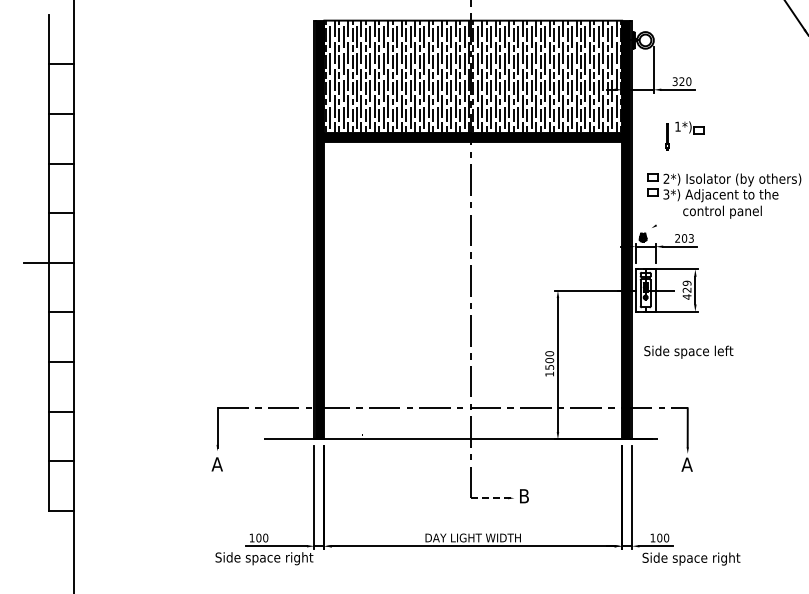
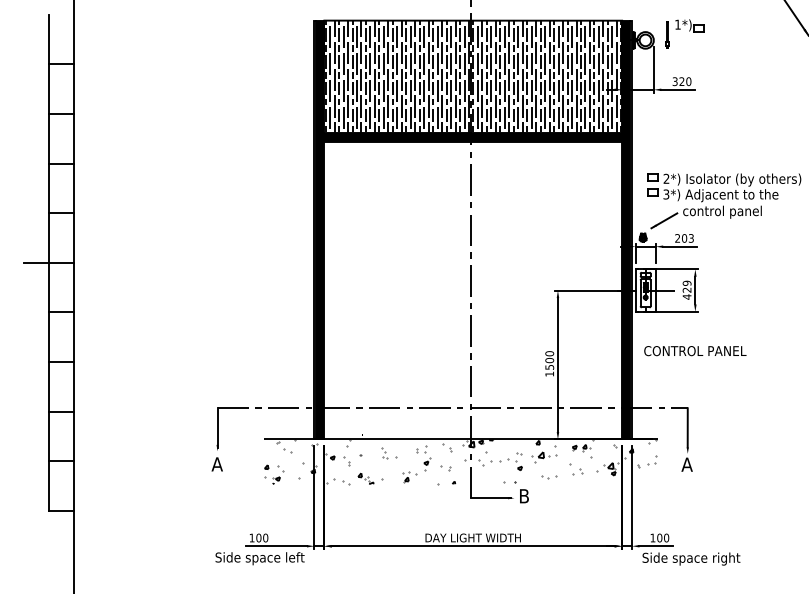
part at (684, 135) position: (684, 135) -> (684, 33)
line at (664, 220): none -> present
text at (695, 351): Side space left -> CONTROL PANEL
hatch at (459, 461): none -> present
line at (491, 498): dashed -> solid
text at (299, 558): Side space right -> Side space left
